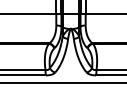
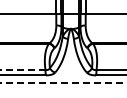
line at (23, 70): solid -> dashed
line at (63, 82): solid -> dashed
